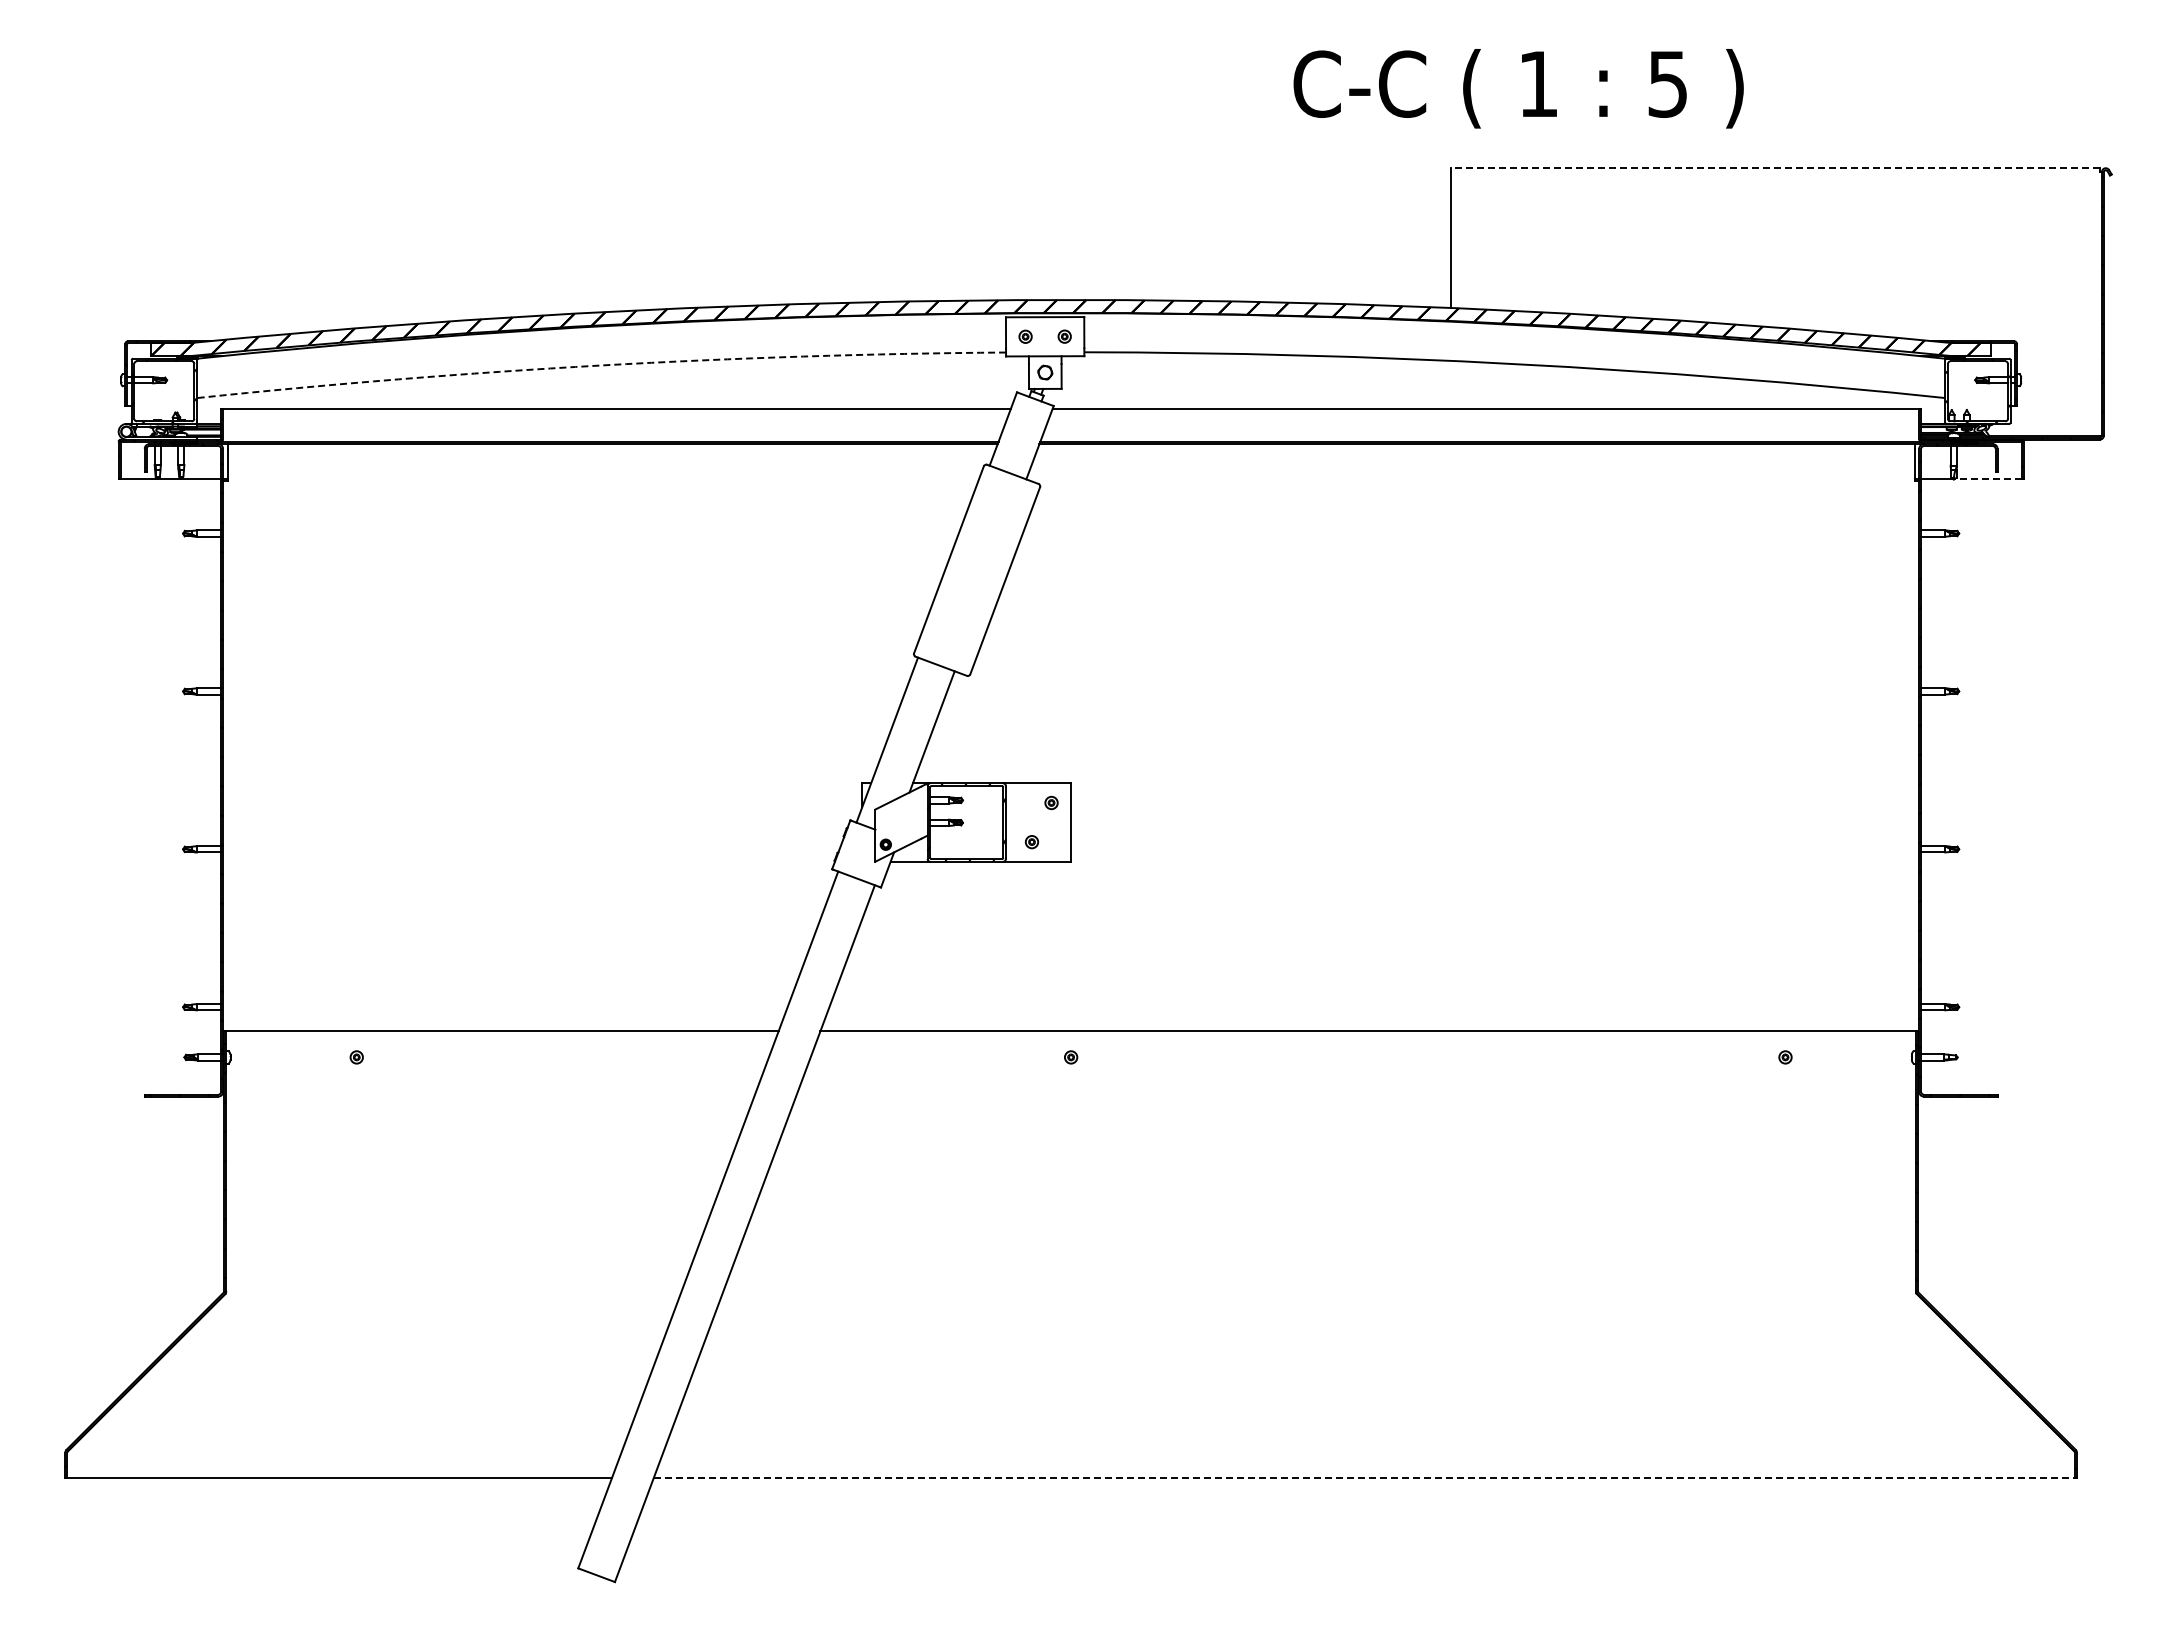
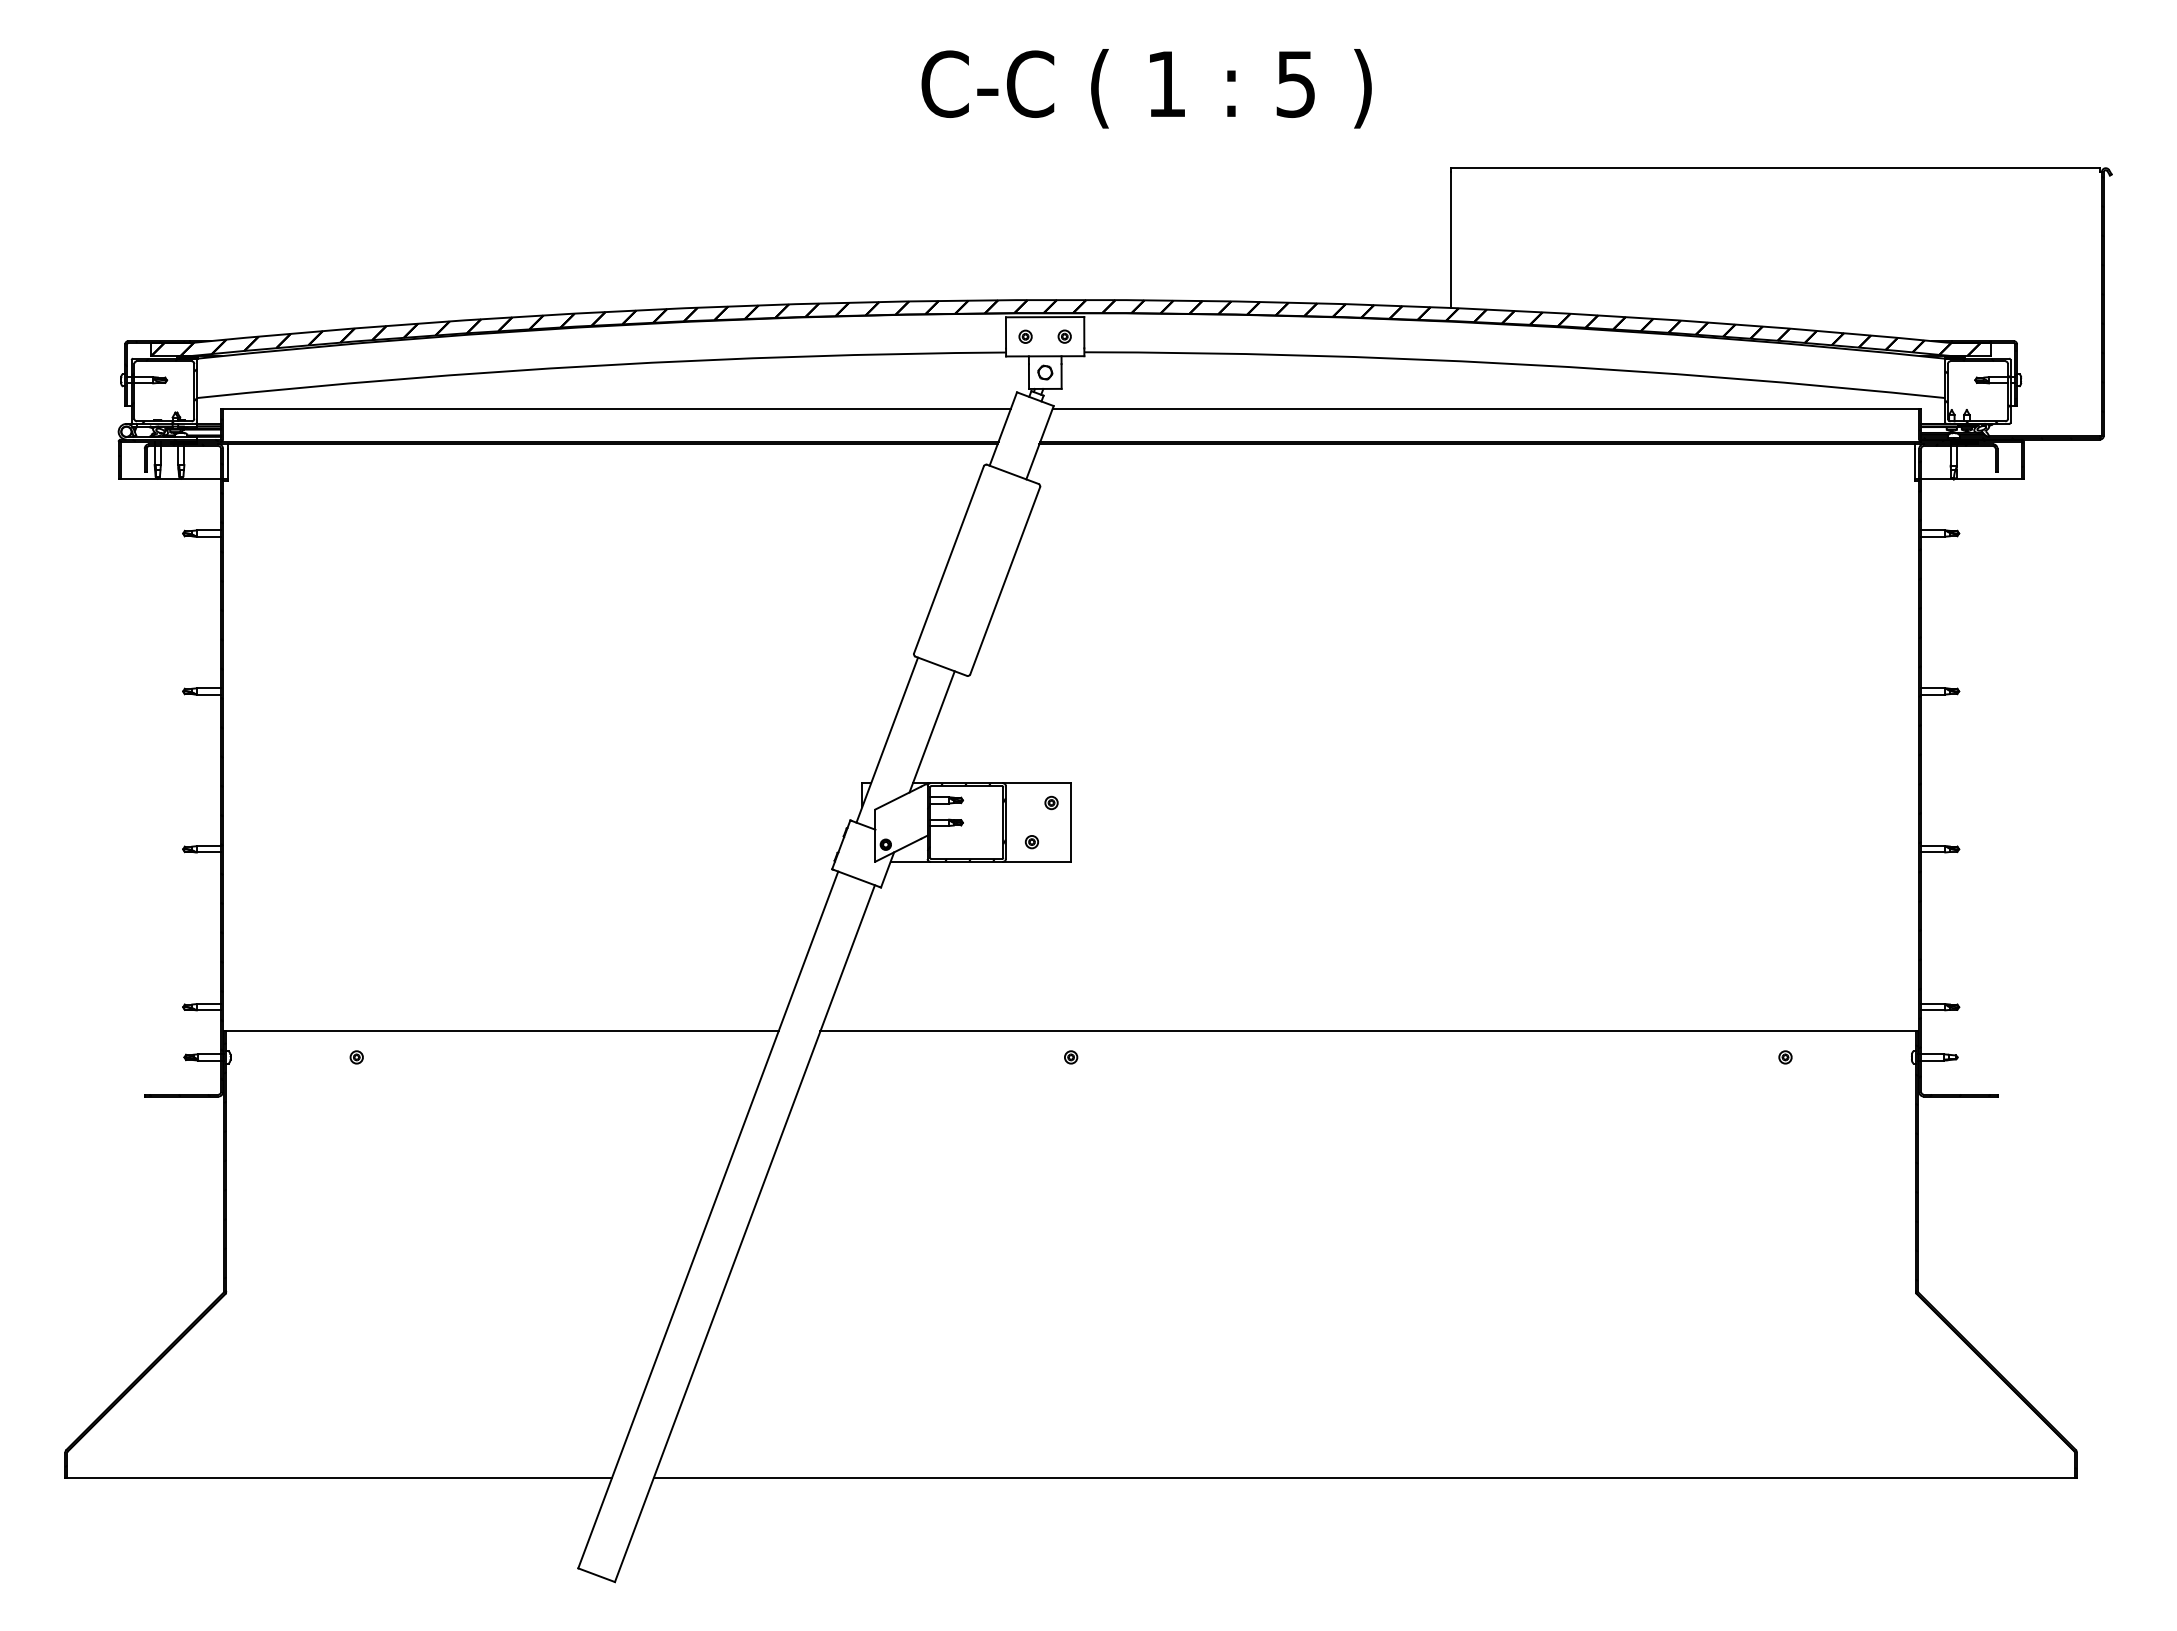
text at (1518, 88) position: (1518, 88) -> (1146, 88)
line at (1775, 168): dashed -> solid
arc at (600, 365): dashed -> solid
line at (1987, 478): dashed -> solid
line at (1364, 1477): dashed -> solid
